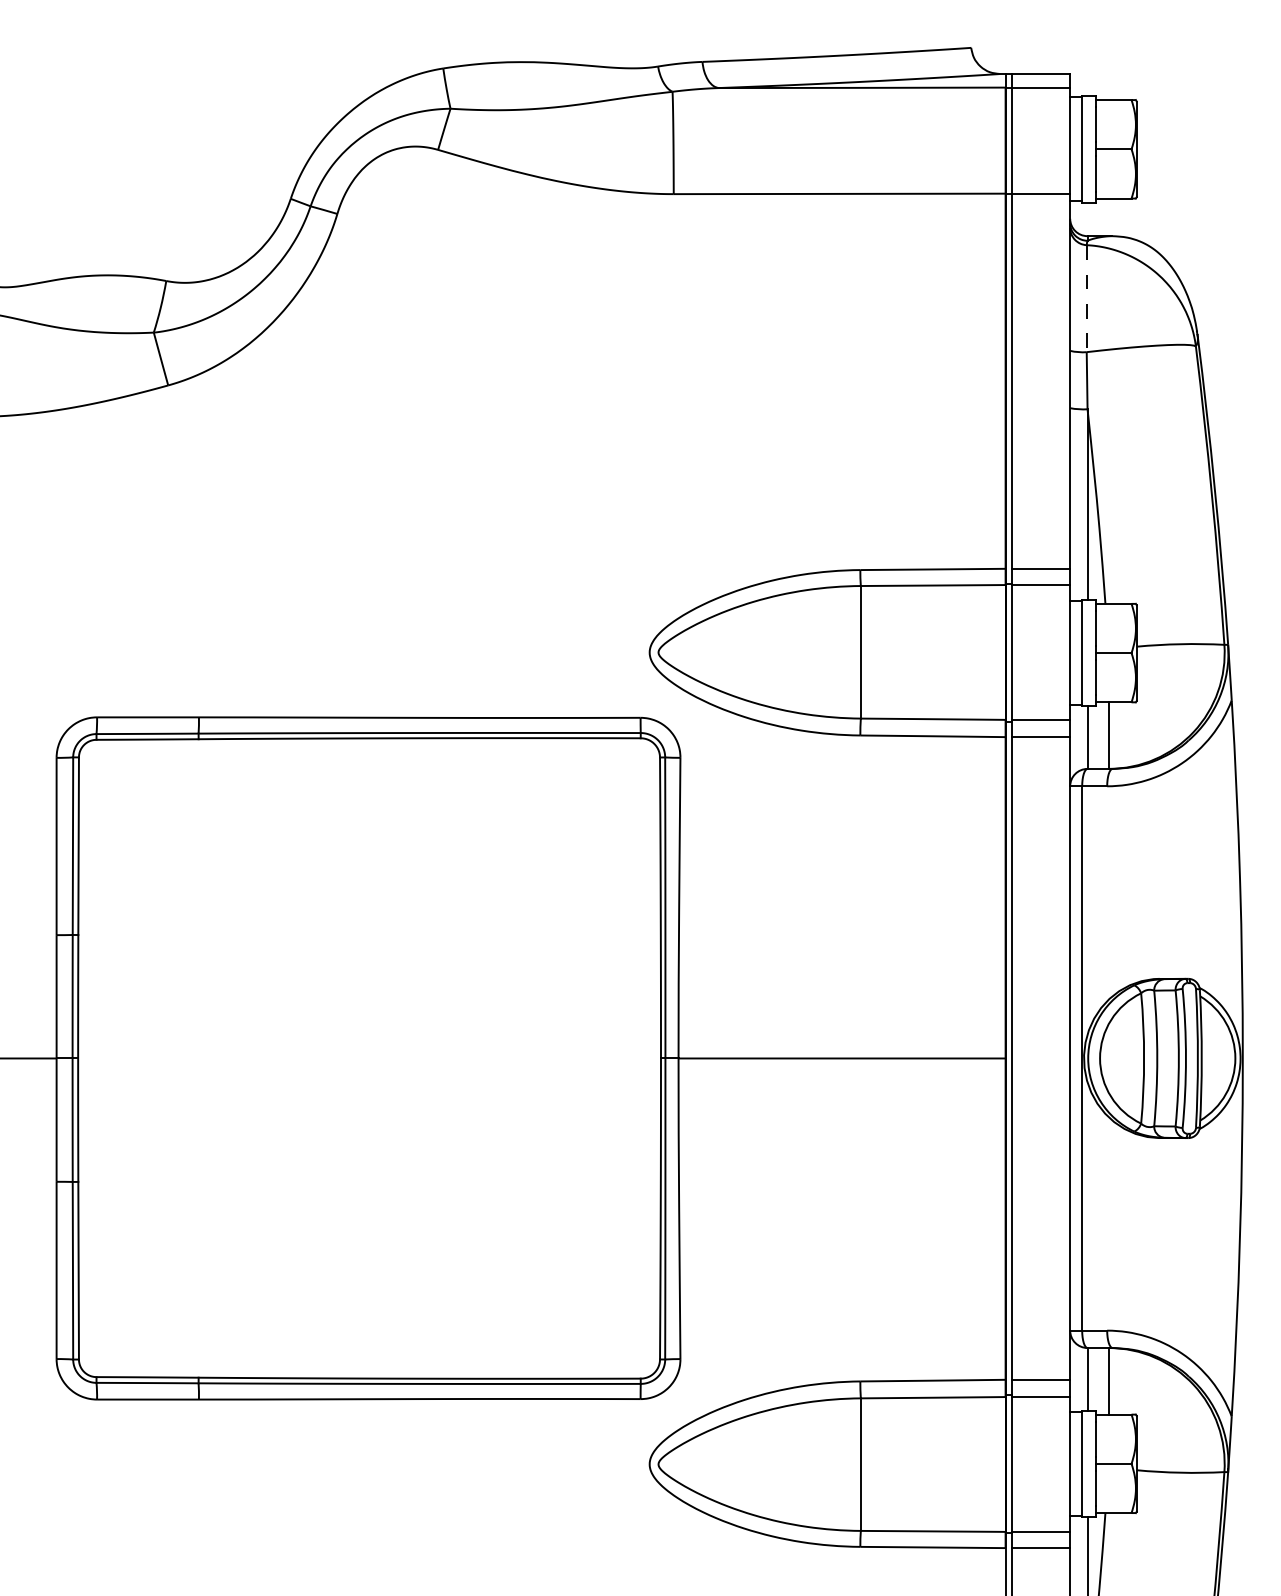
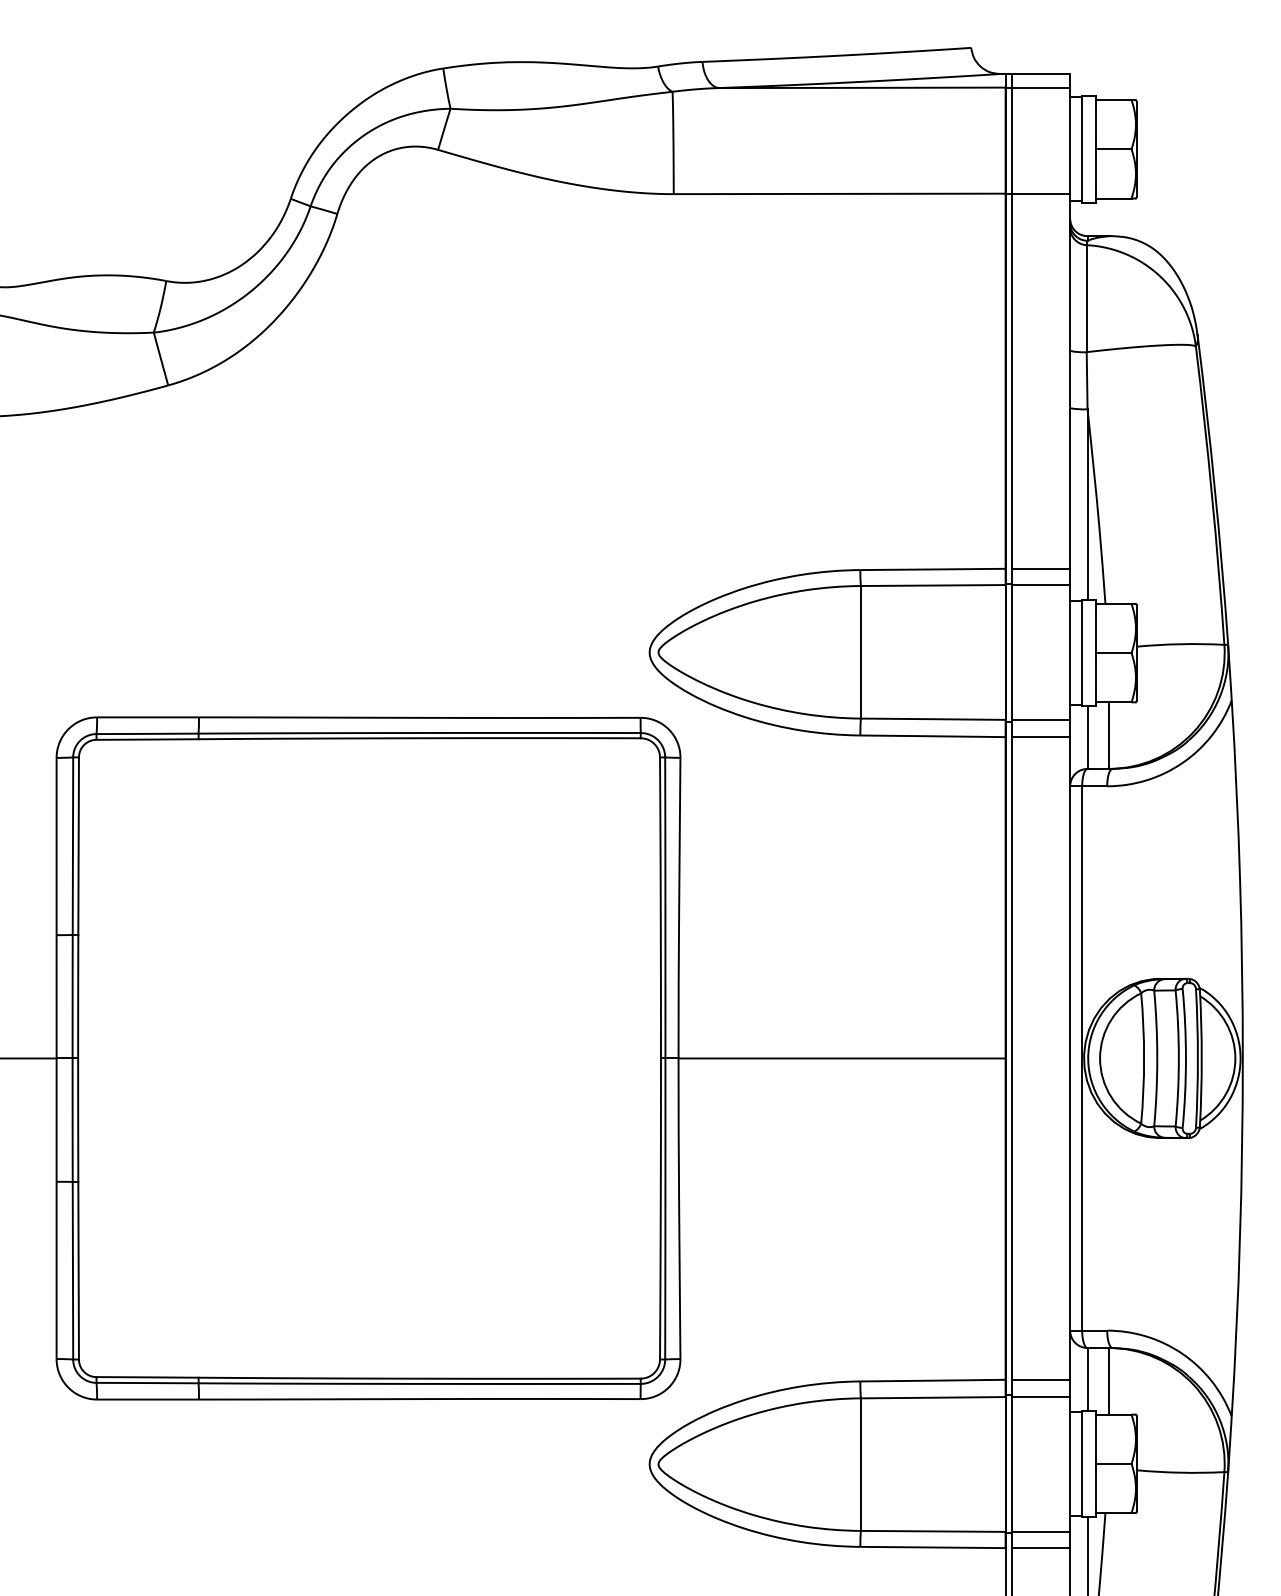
line at (1086, 299): dashed -> solid
